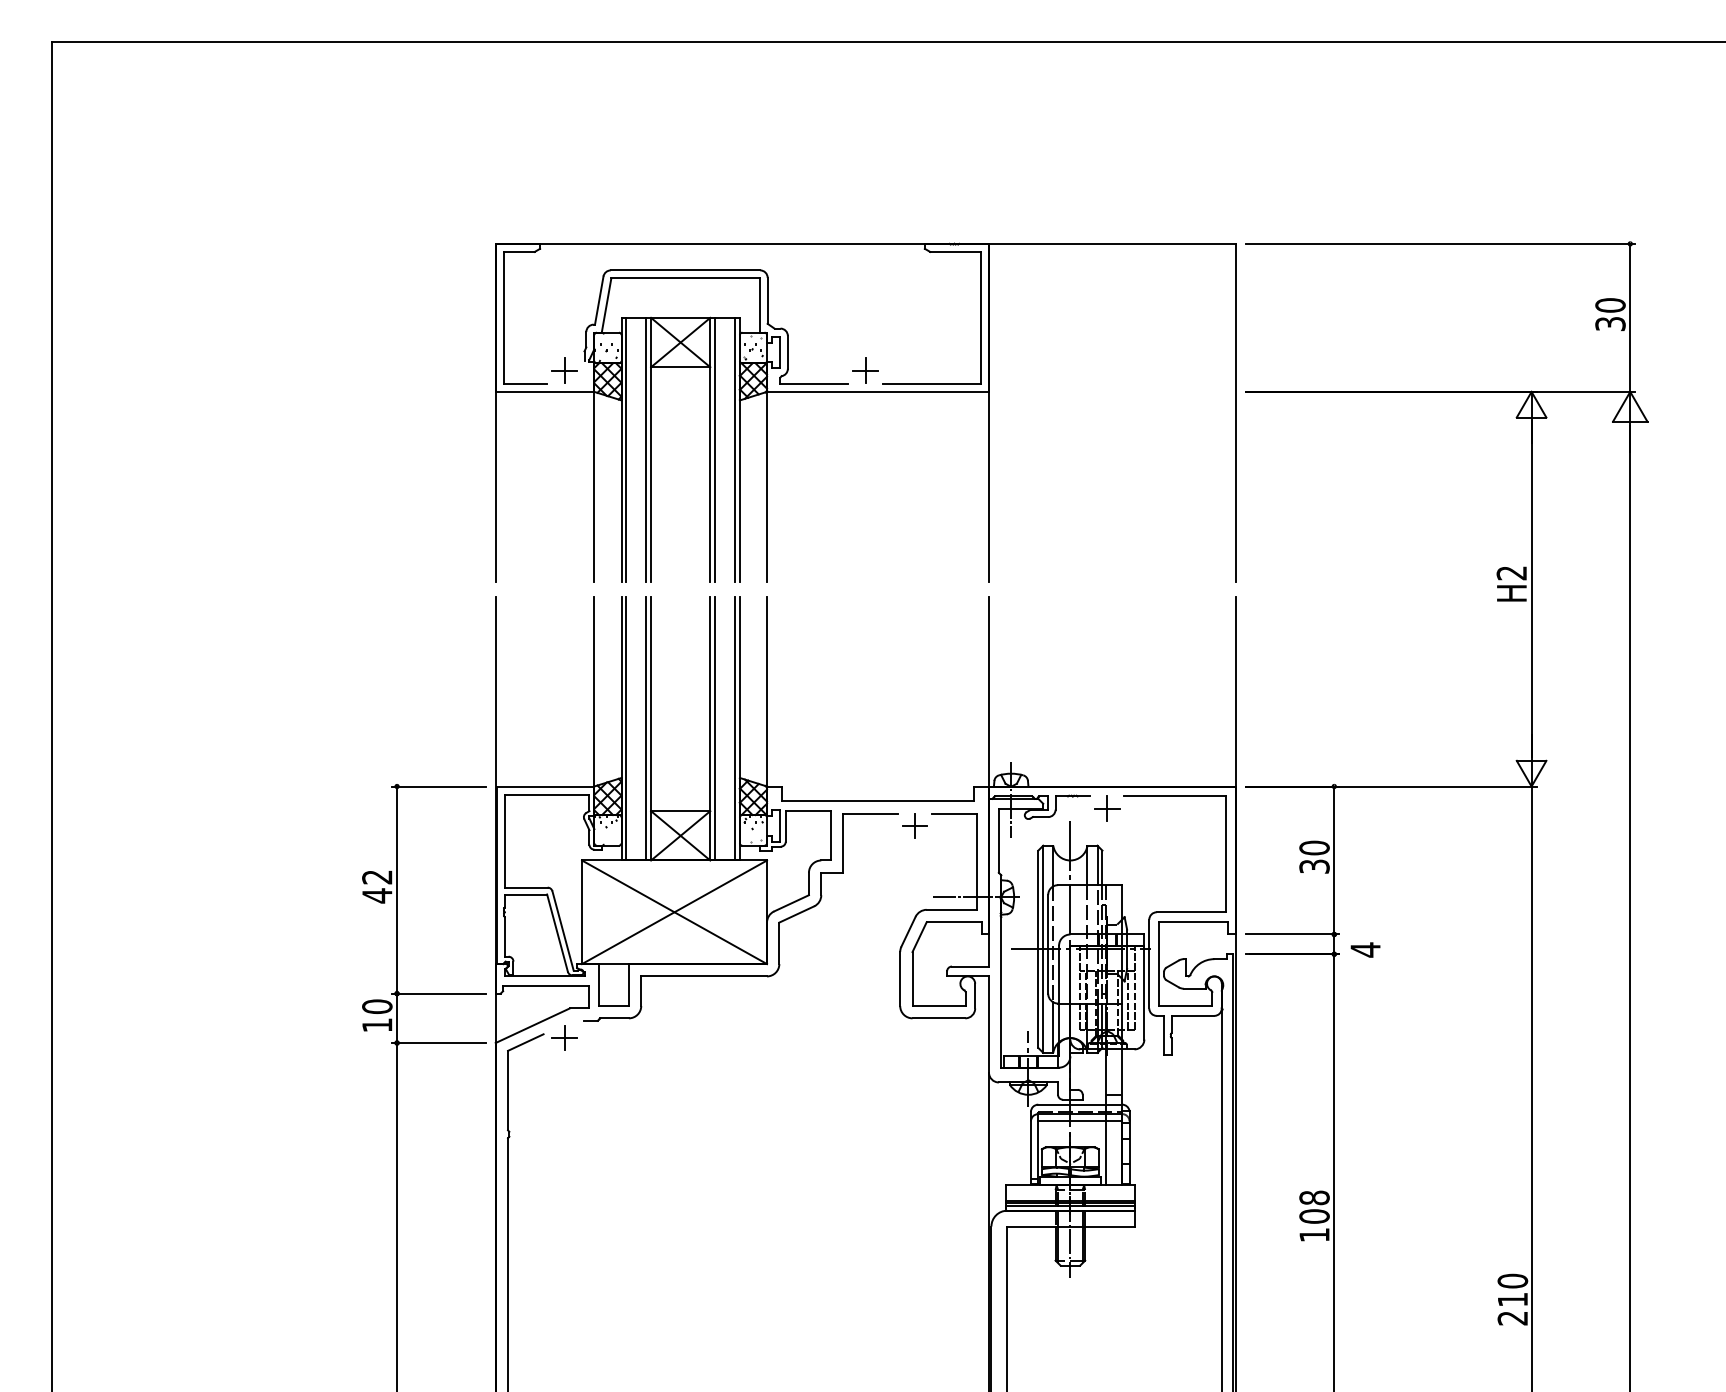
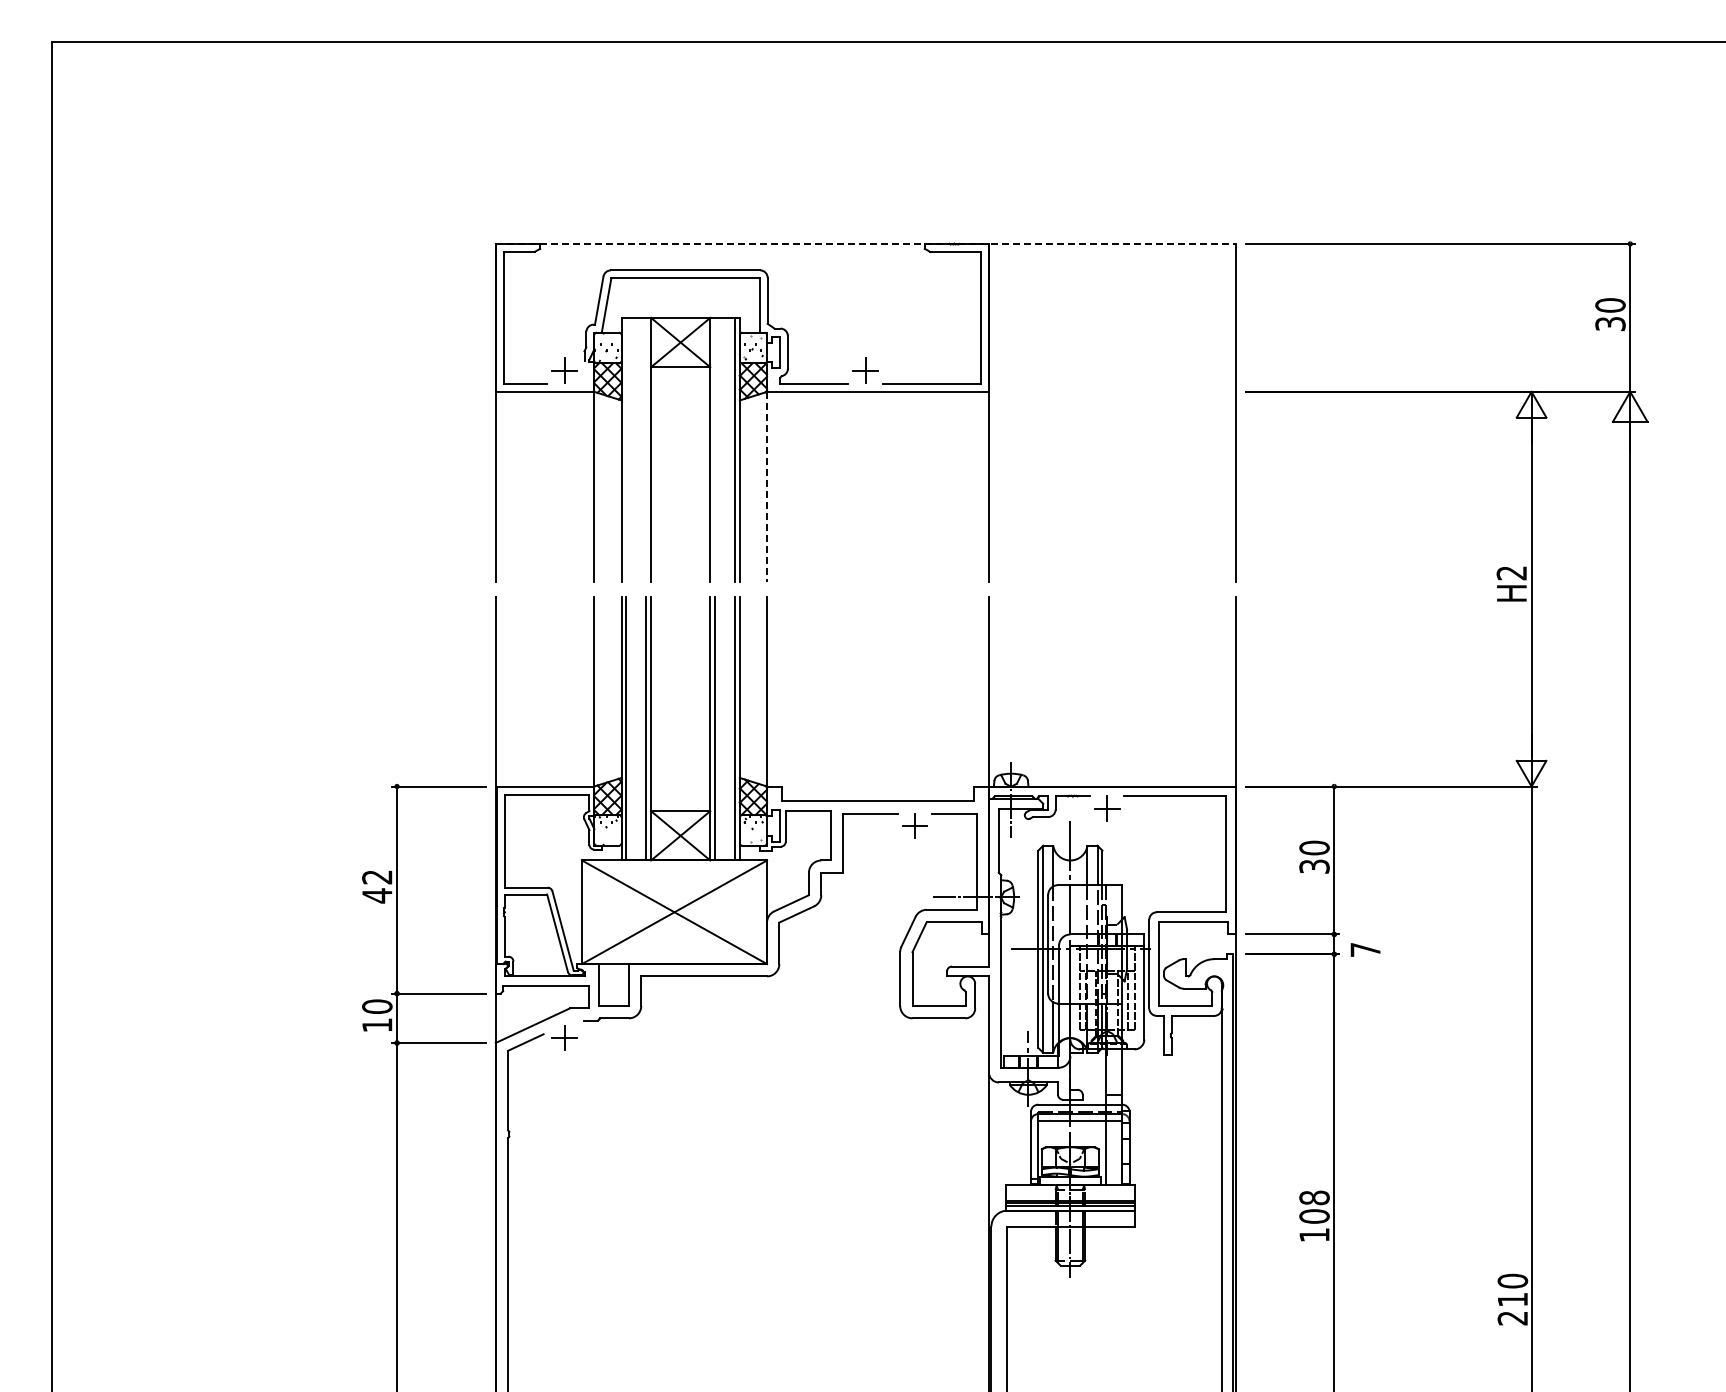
line at (865, 243): solid -> dashed
line at (626, 449): present -> none
line at (646, 449): present -> none
line at (715, 449): present -> none
line at (767, 486): solid -> dashed
text at (1365, 949): 4 -> 7
